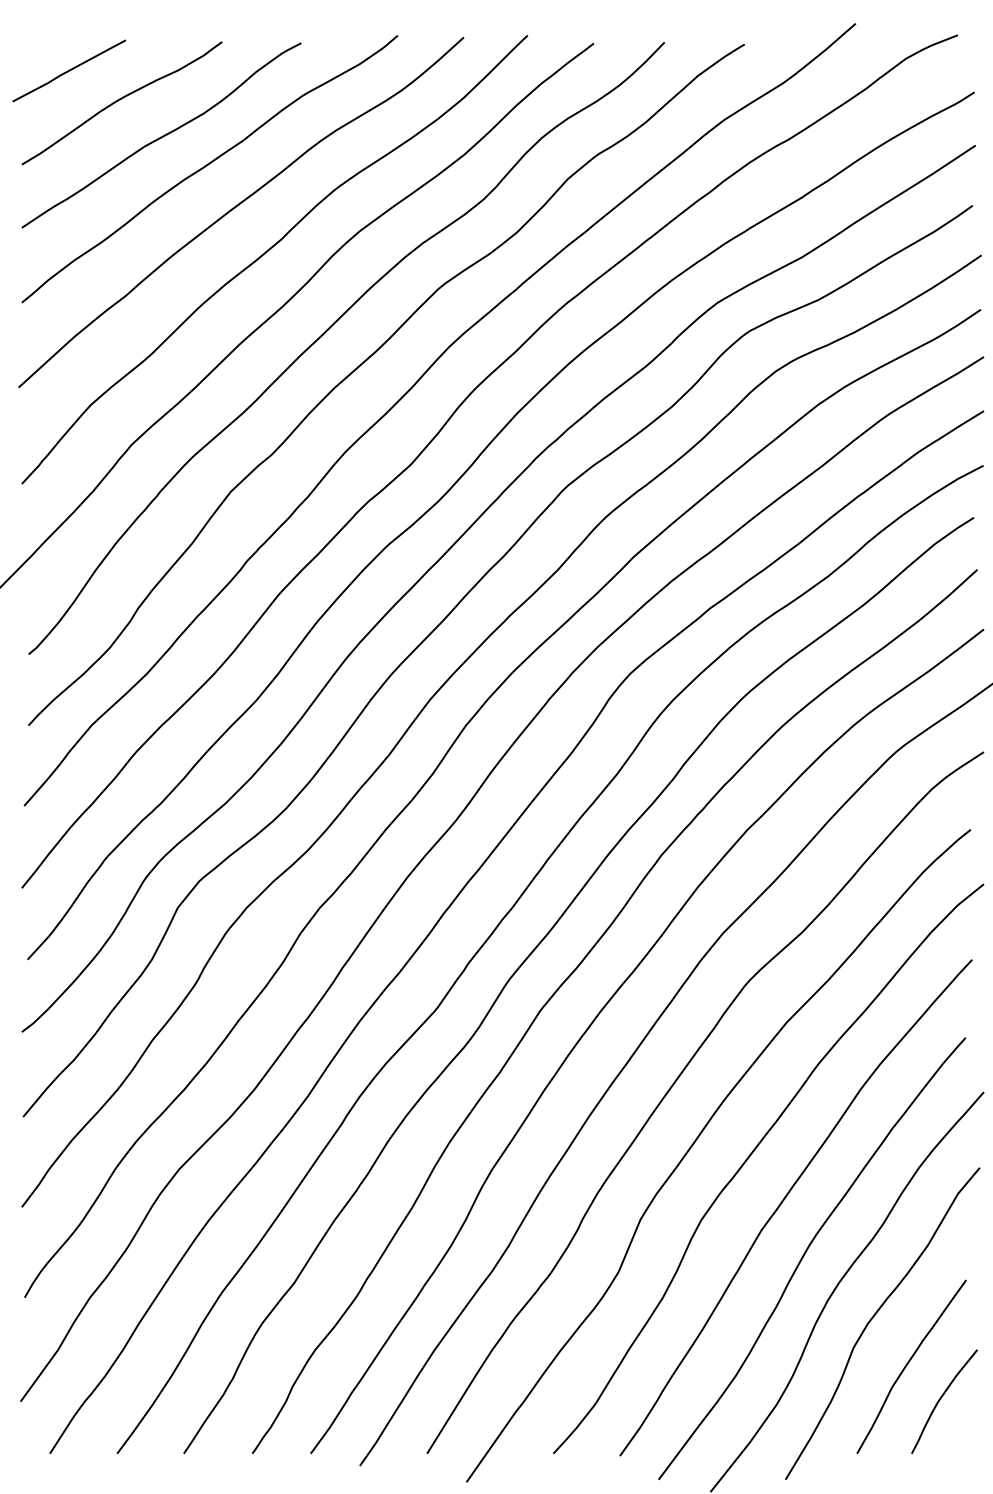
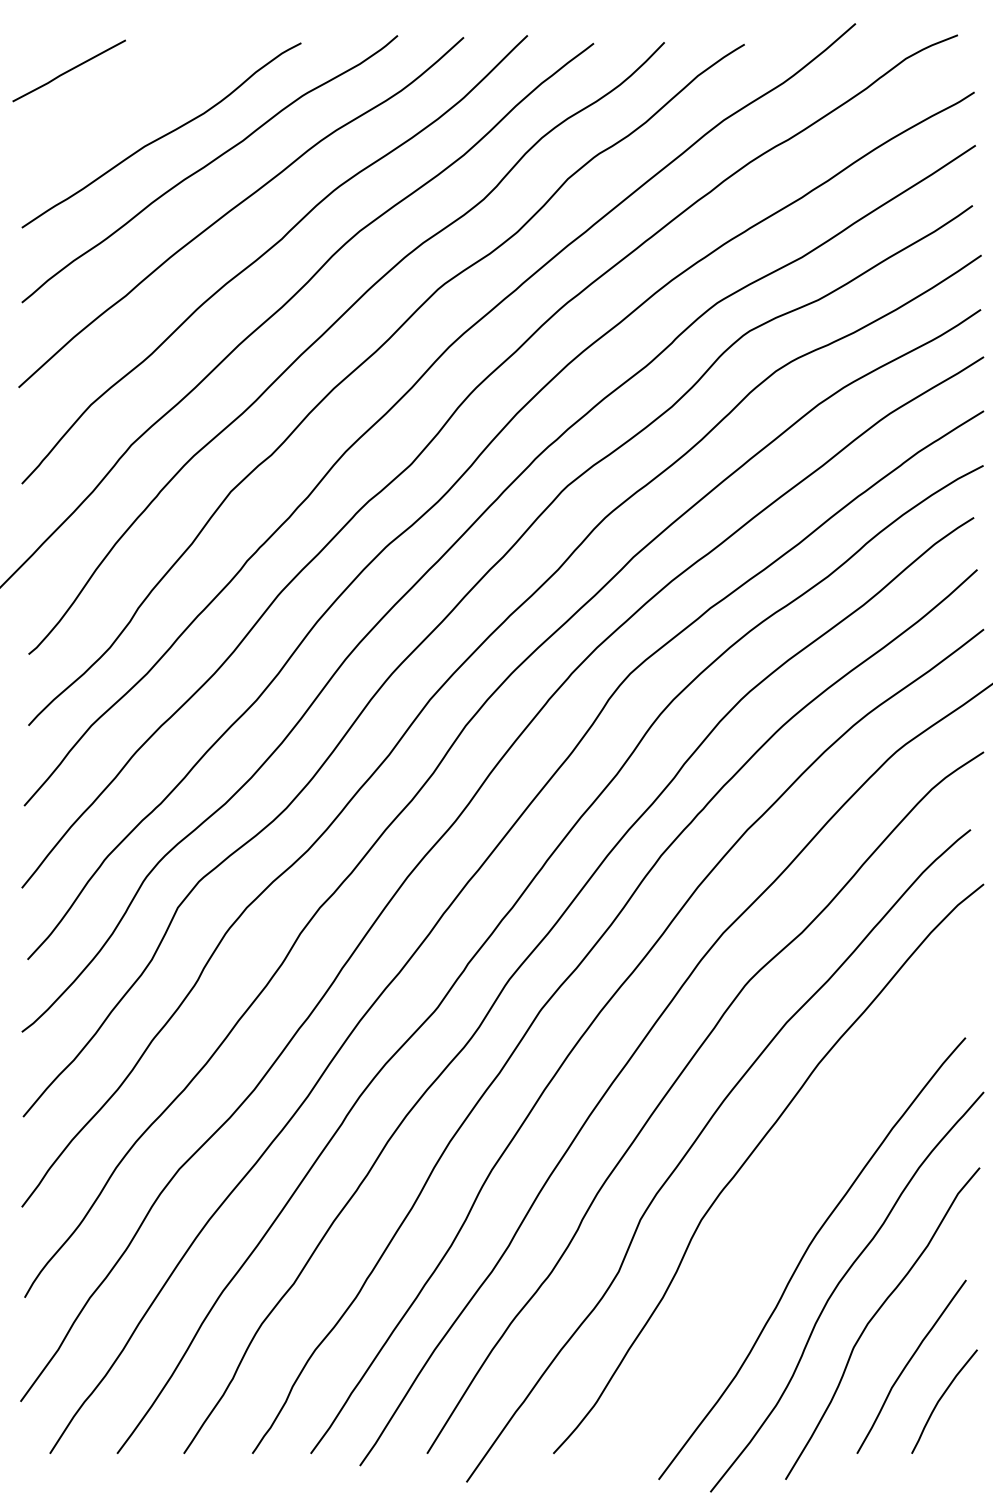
curve at (120, 100): present -> none
curve at (784, 1200): present -> none
